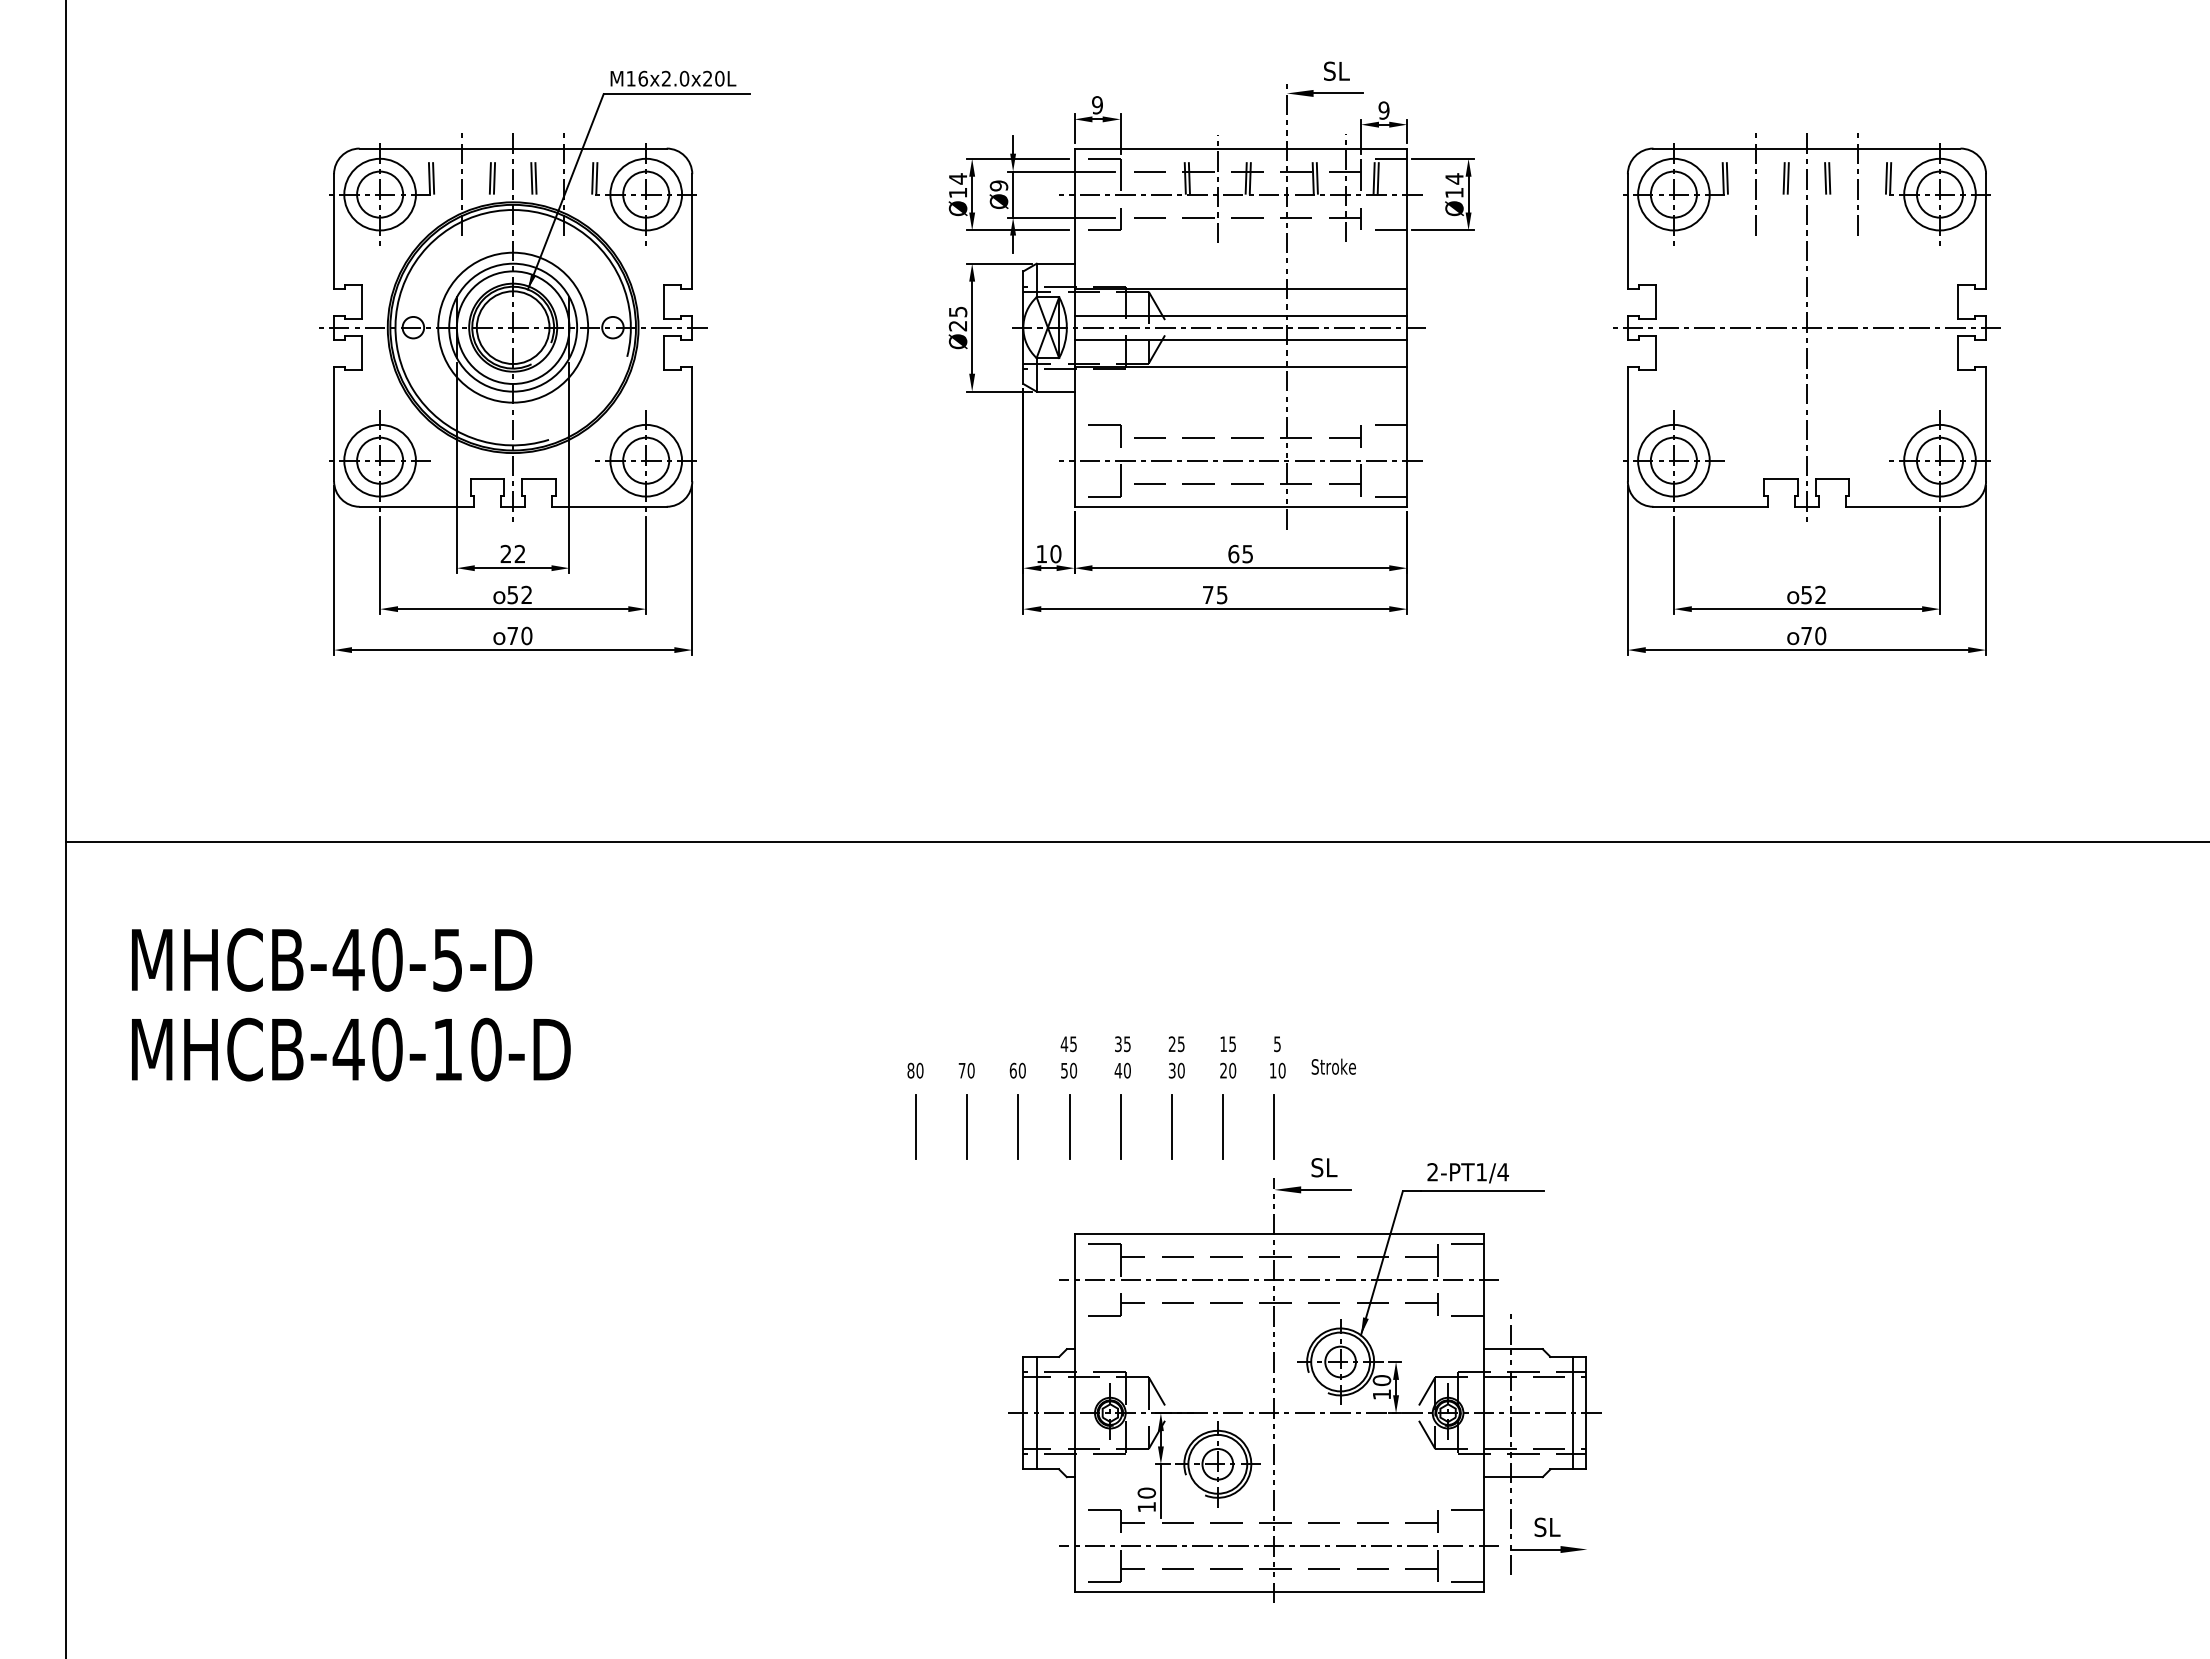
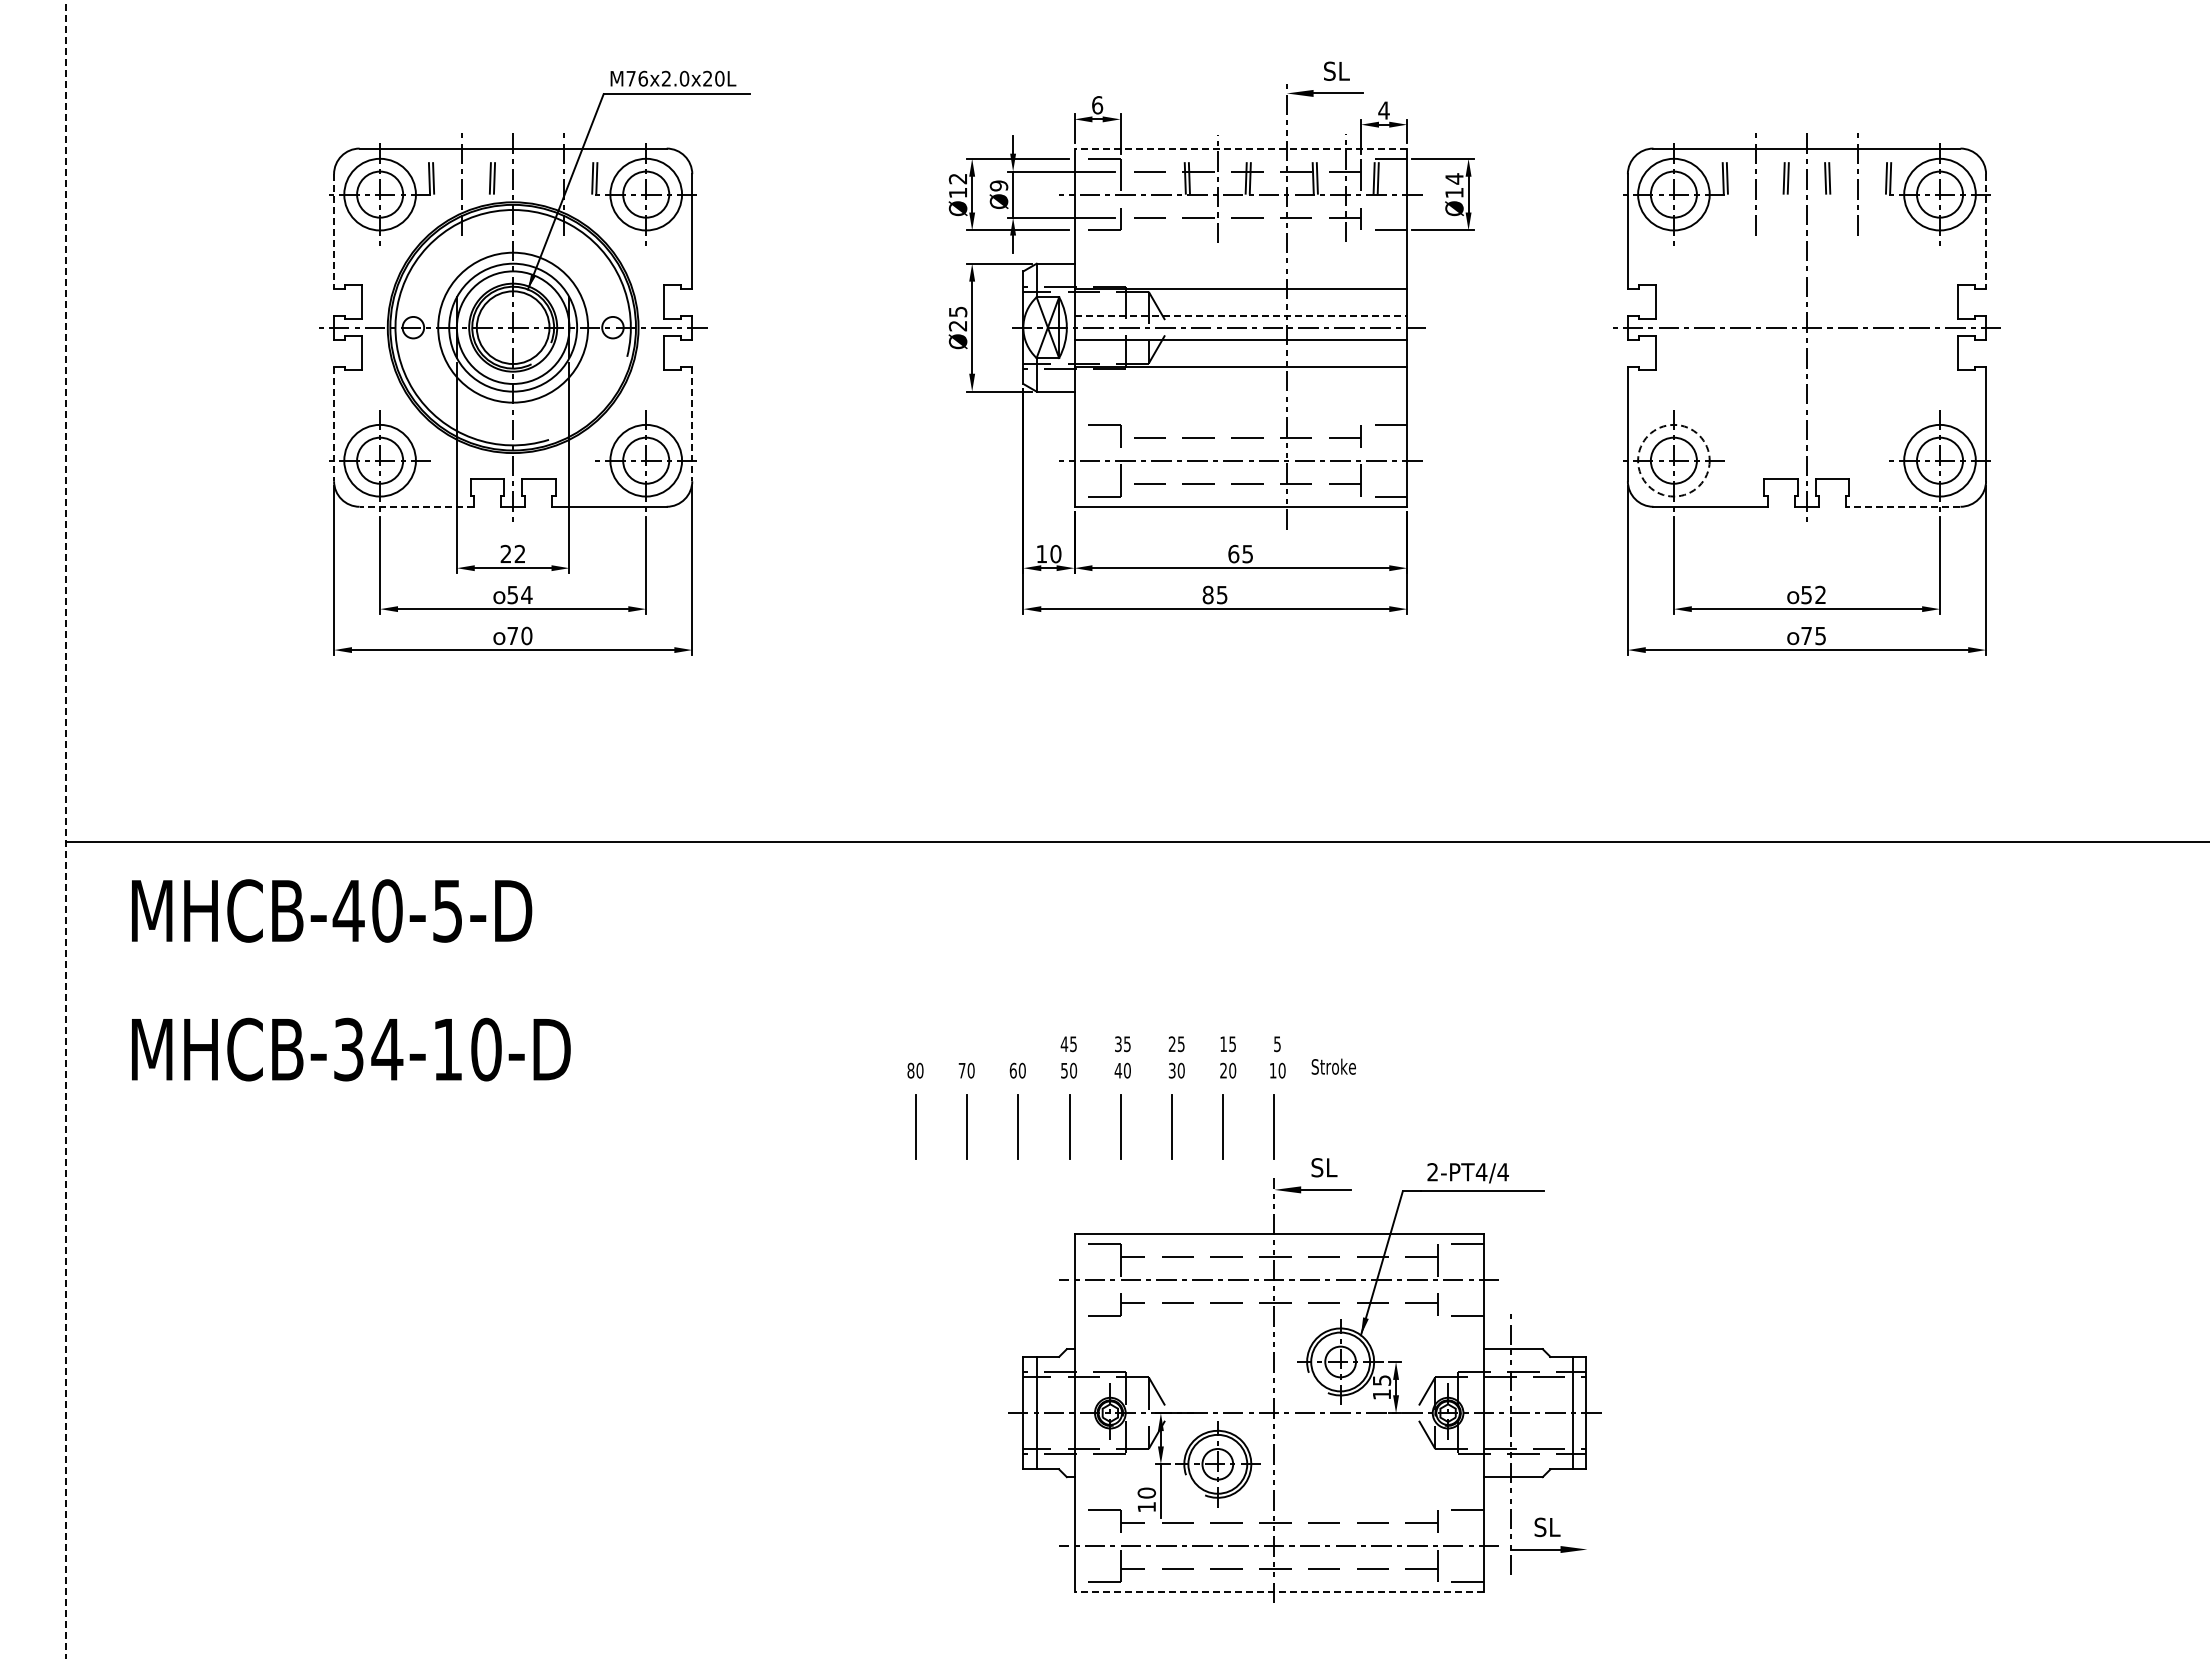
text at (630, 78): M16x2.0x20L -> M76x2.0x20L
text at (1097, 105): 9 -> 6
text at (1383, 110): 9 -> 4
line at (1240, 148): solid -> dashed
part at (533, 178): present -> none
text at (957, 178): Ø14 -> Ø12
line at (334, 231): solid -> dashed
line at (1986, 231): solid -> dashed
line at (1241, 315): solid -> dashed
line at (334, 424): solid -> dashed
line at (692, 424): solid -> dashed
circle at (1673, 460): solid -> dashed
line at (416, 506): solid -> dashed
line at (1902, 506): solid -> dashed
text at (526, 594): 52 -> 54
text at (1207, 594): 75 -> 85
text at (1820, 635): 70 -> 75
line at (66, 829): solid -> dashed
text at (332, 959) position: (332, 959) -> (332, 910)
text at (367, 1049): MHCB-40-10-D -> MHCB-34-10-D
text at (1481, 1172): 2-PT1/4 -> 2-PT4/4
text at (1381, 1380): 10 -> 15
line at (1279, 1592): solid -> dashed
